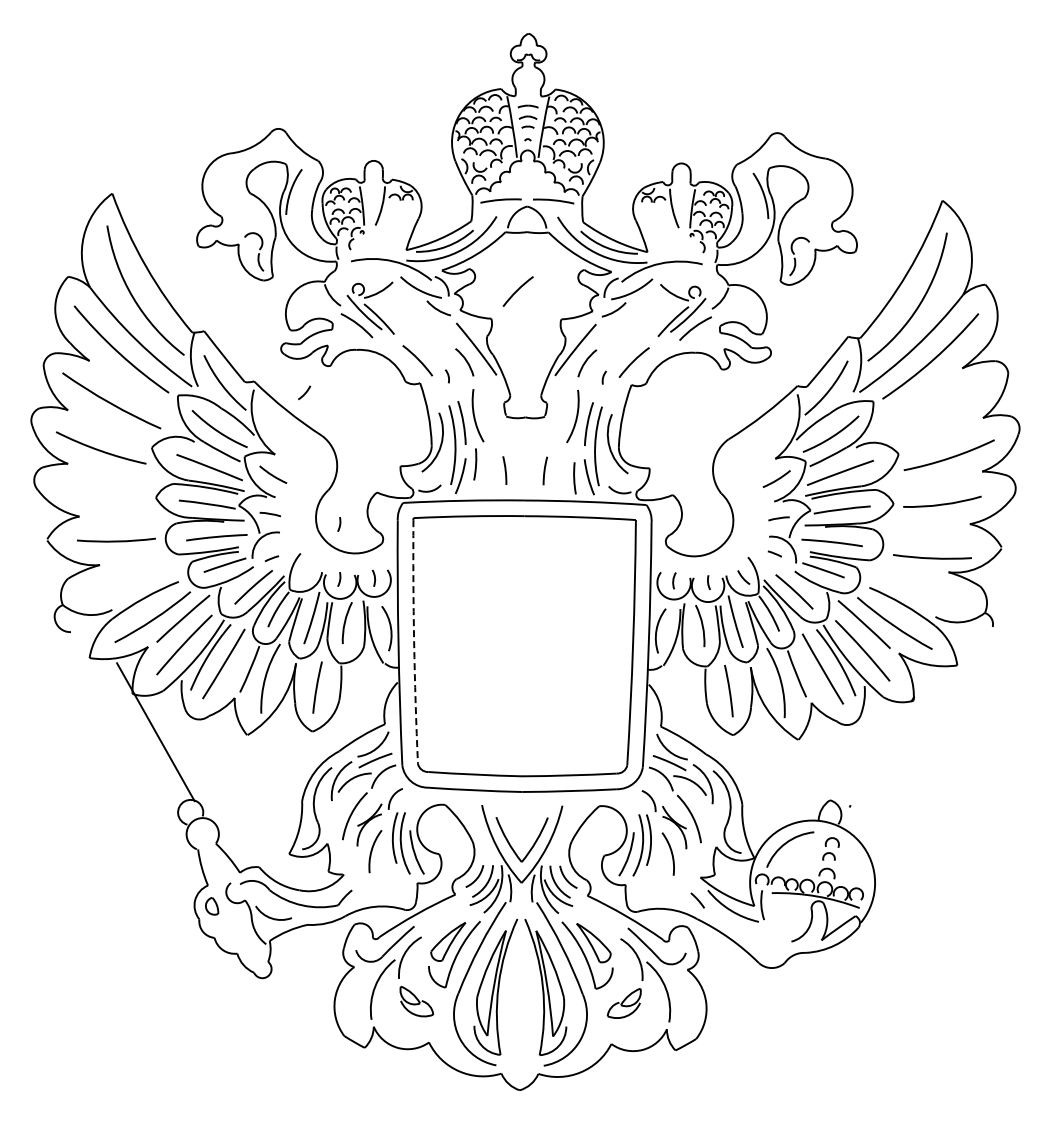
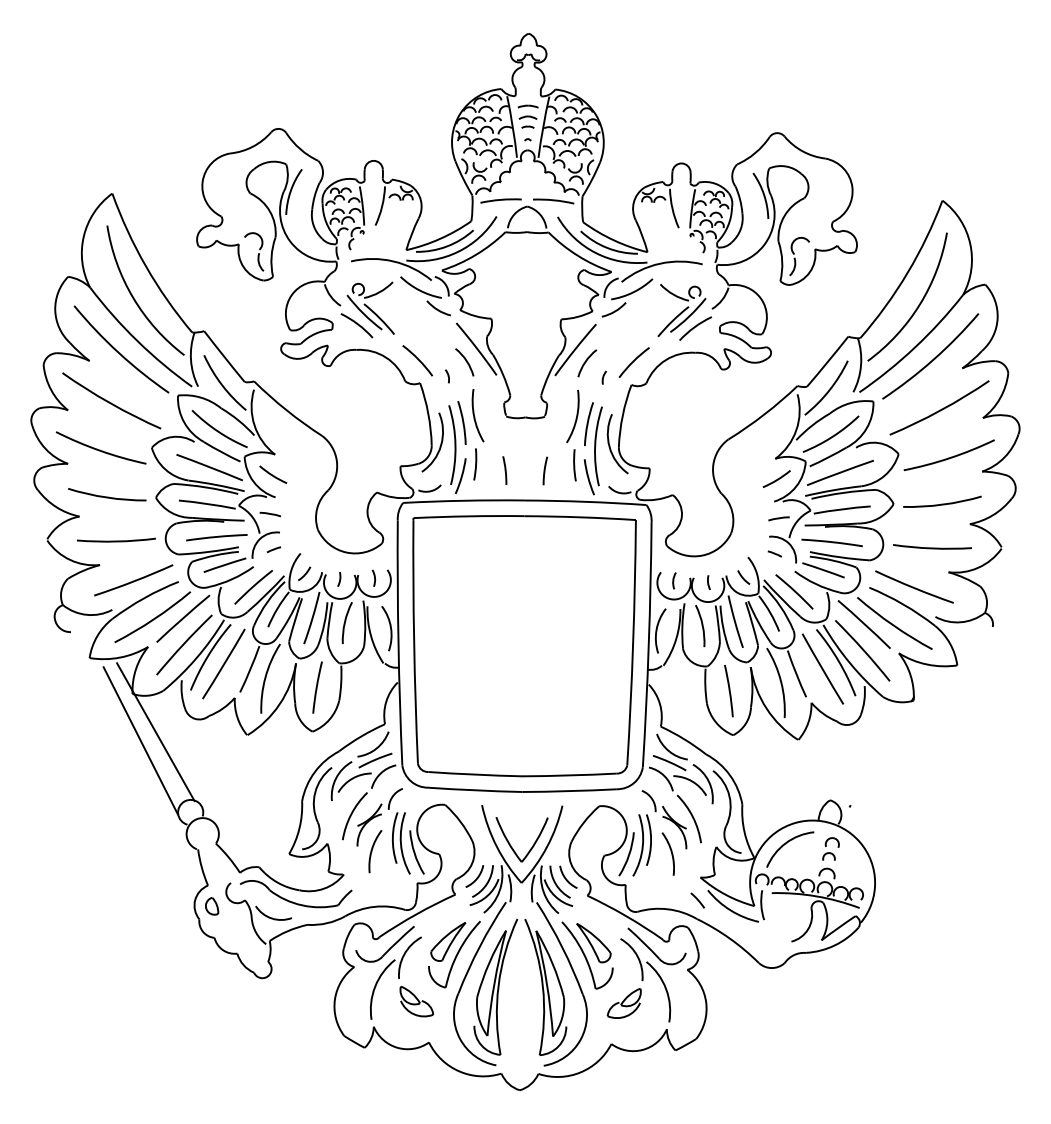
line at (517, 291): present -> none
line at (304, 392) position: (304, 392) -> (304, 573)
arc at (939, 409): none -> present
line at (574, 478) position: (574, 478) -> (574, 465)
arc at (107, 496): none -> present
arc at (339, 524): present -> none
arc at (932, 557) position: (932, 557) -> (932, 547)
line at (271, 558) position: (271, 558) -> (273, 549)
arc at (133, 580): none -> present
arc at (913, 586): none -> present
arc at (414, 641): dashed -> solid
line at (140, 740): none -> present
